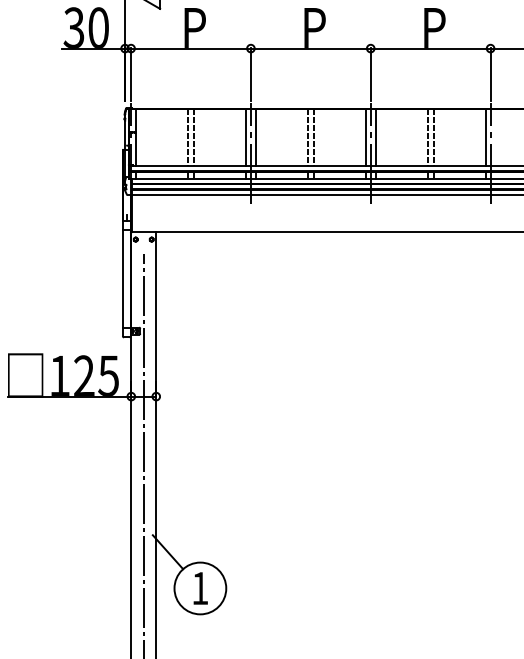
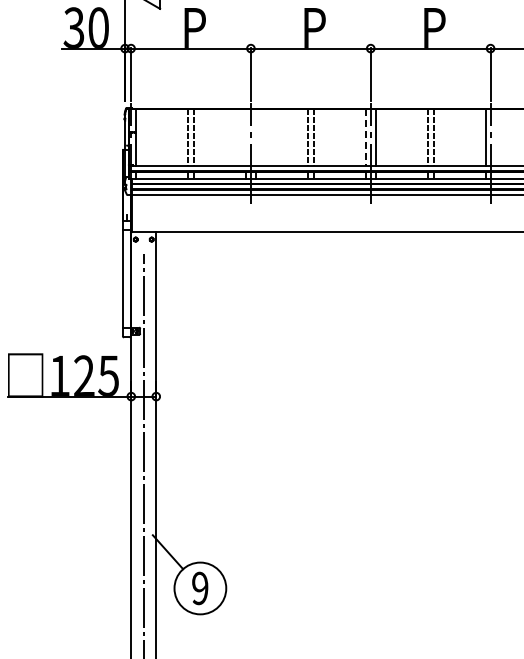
line at (245, 137): present -> none
line at (255, 137): present -> none
line at (365, 137): solid -> dashed
text at (200, 588): 1 -> 9
